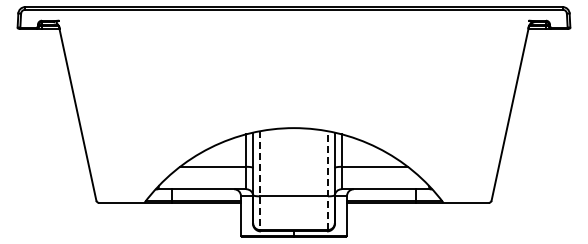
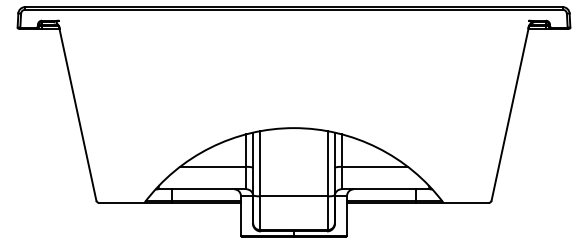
line at (327, 180): dashed -> solid
line at (260, 181): dashed -> solid
